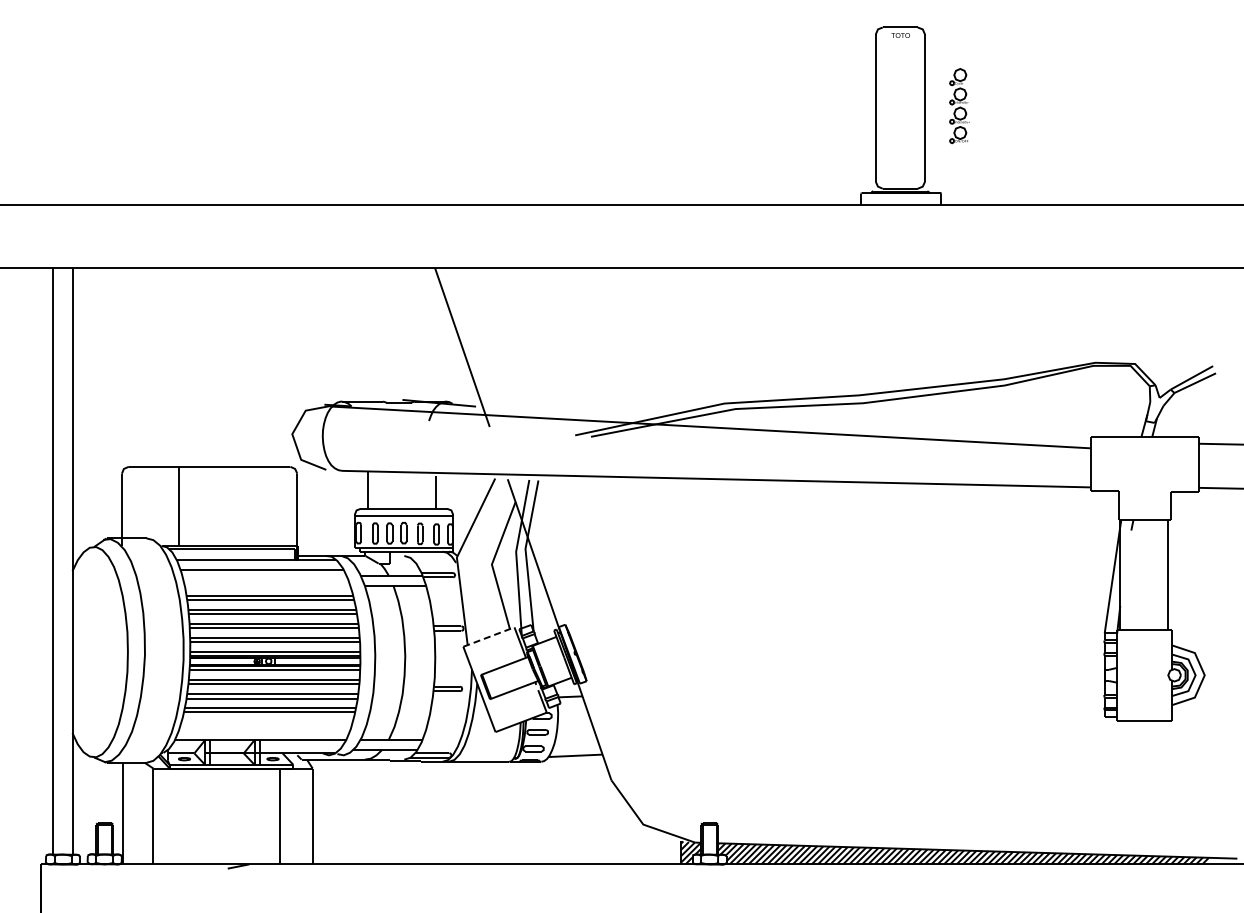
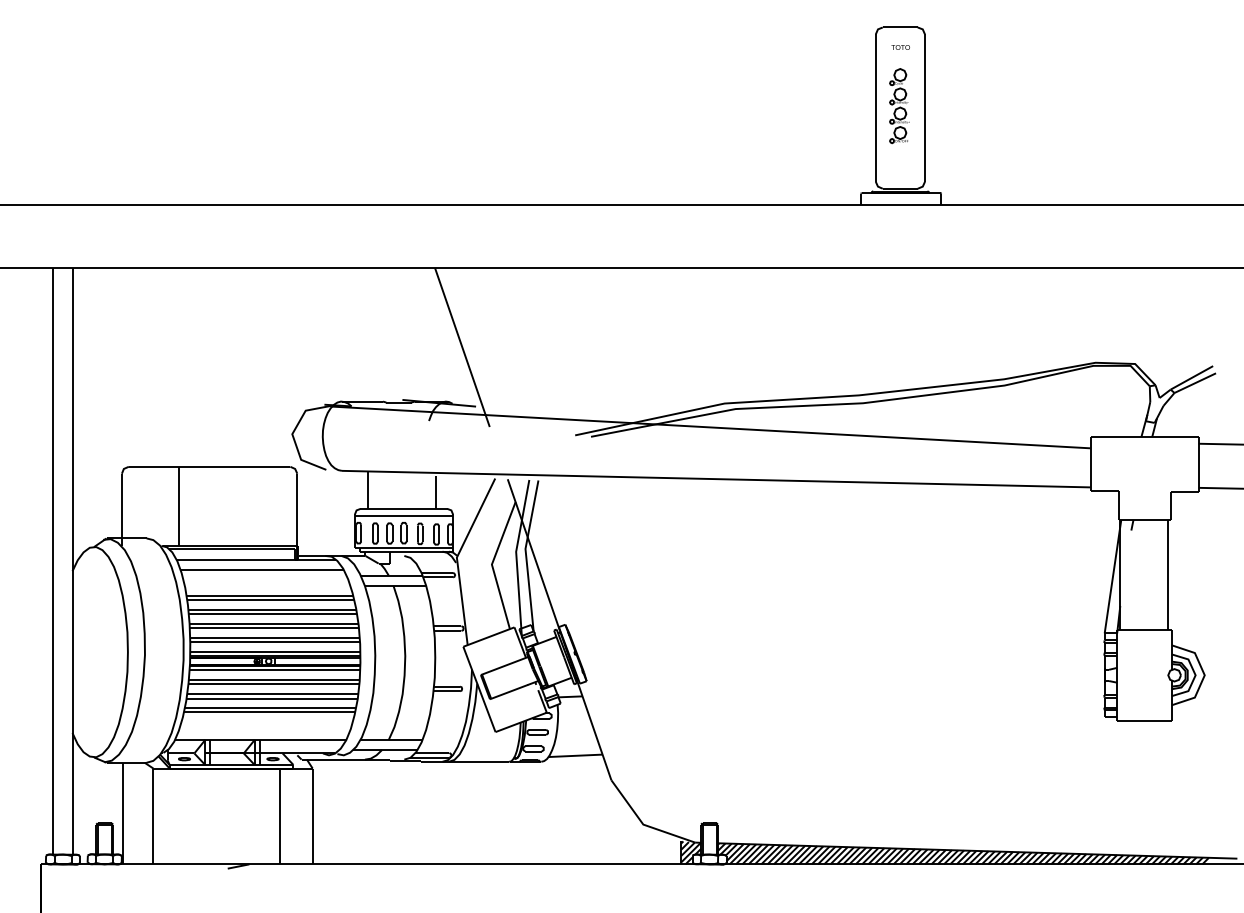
text at (900, 35) position: (900, 35) -> (900, 47)
part at (959, 106) position: (959, 106) -> (899, 106)
line at (489, 636): dashed -> solid
